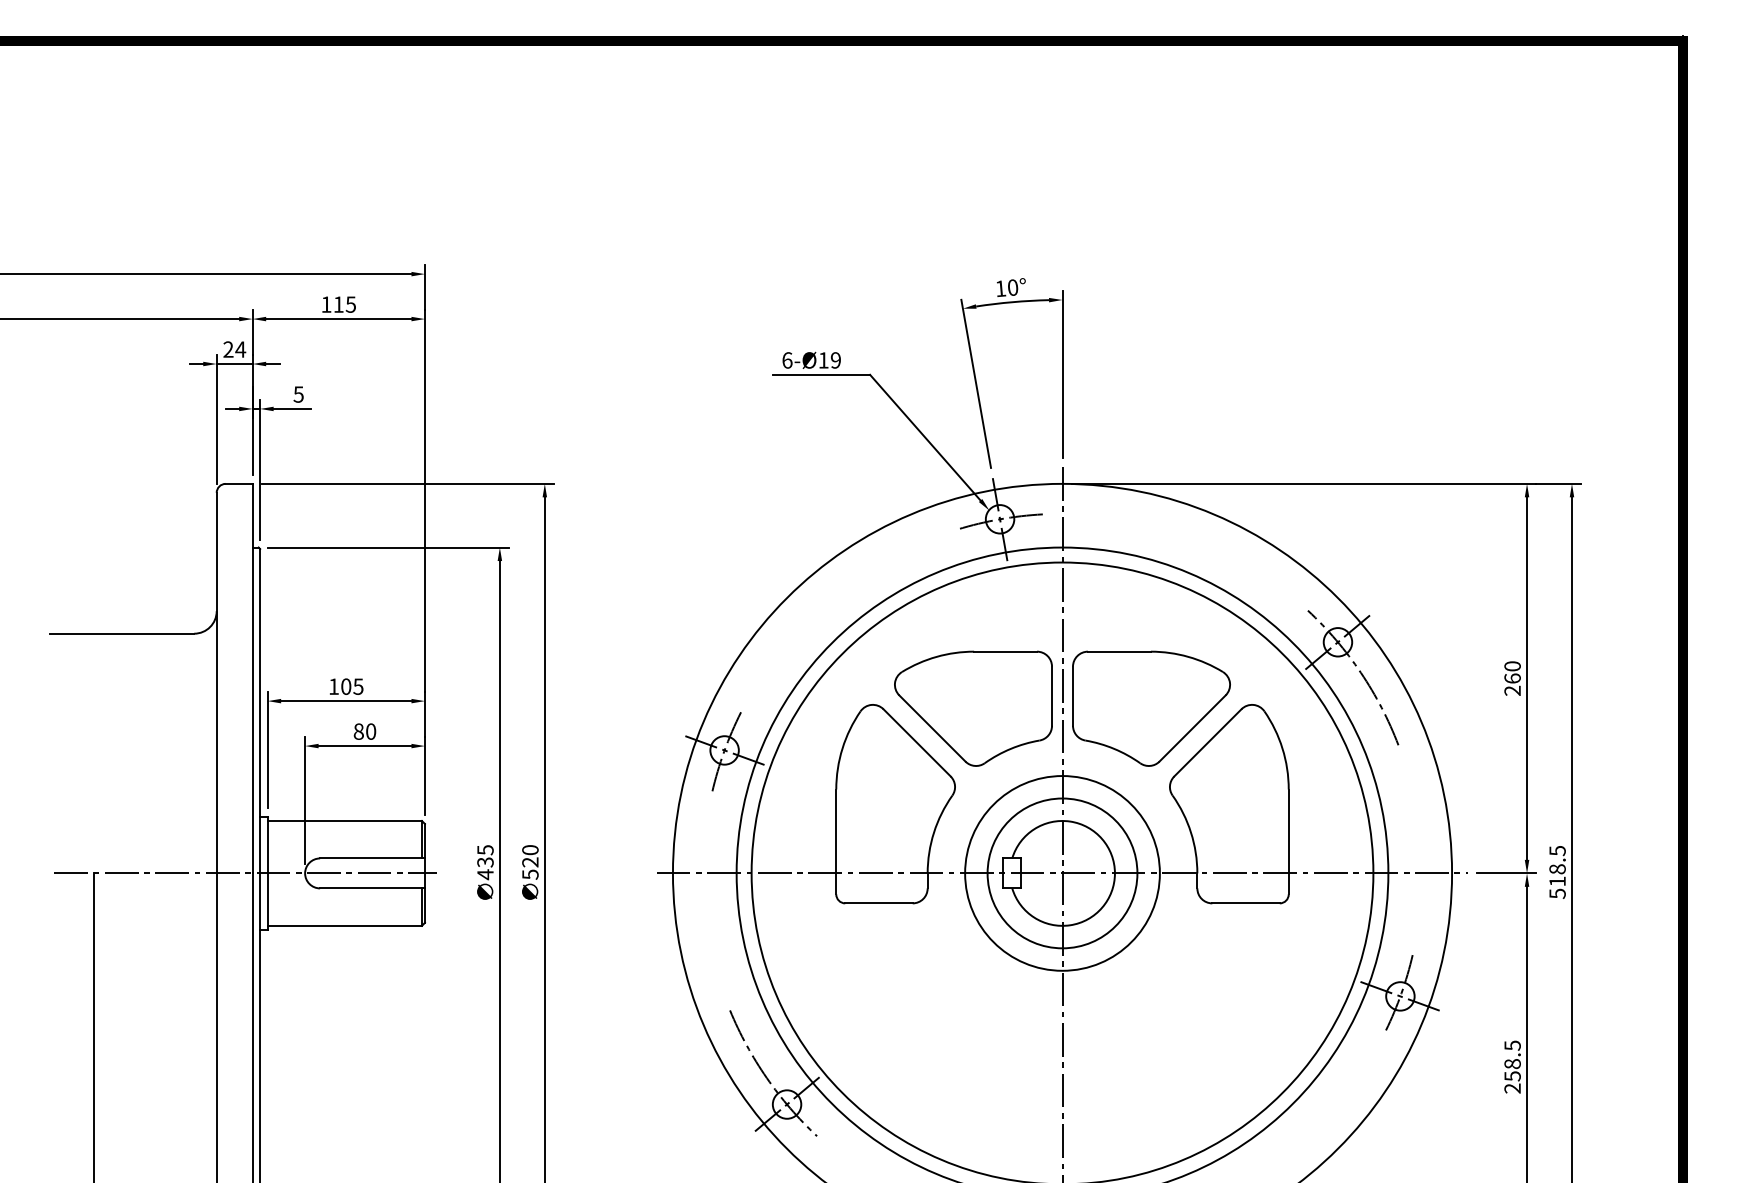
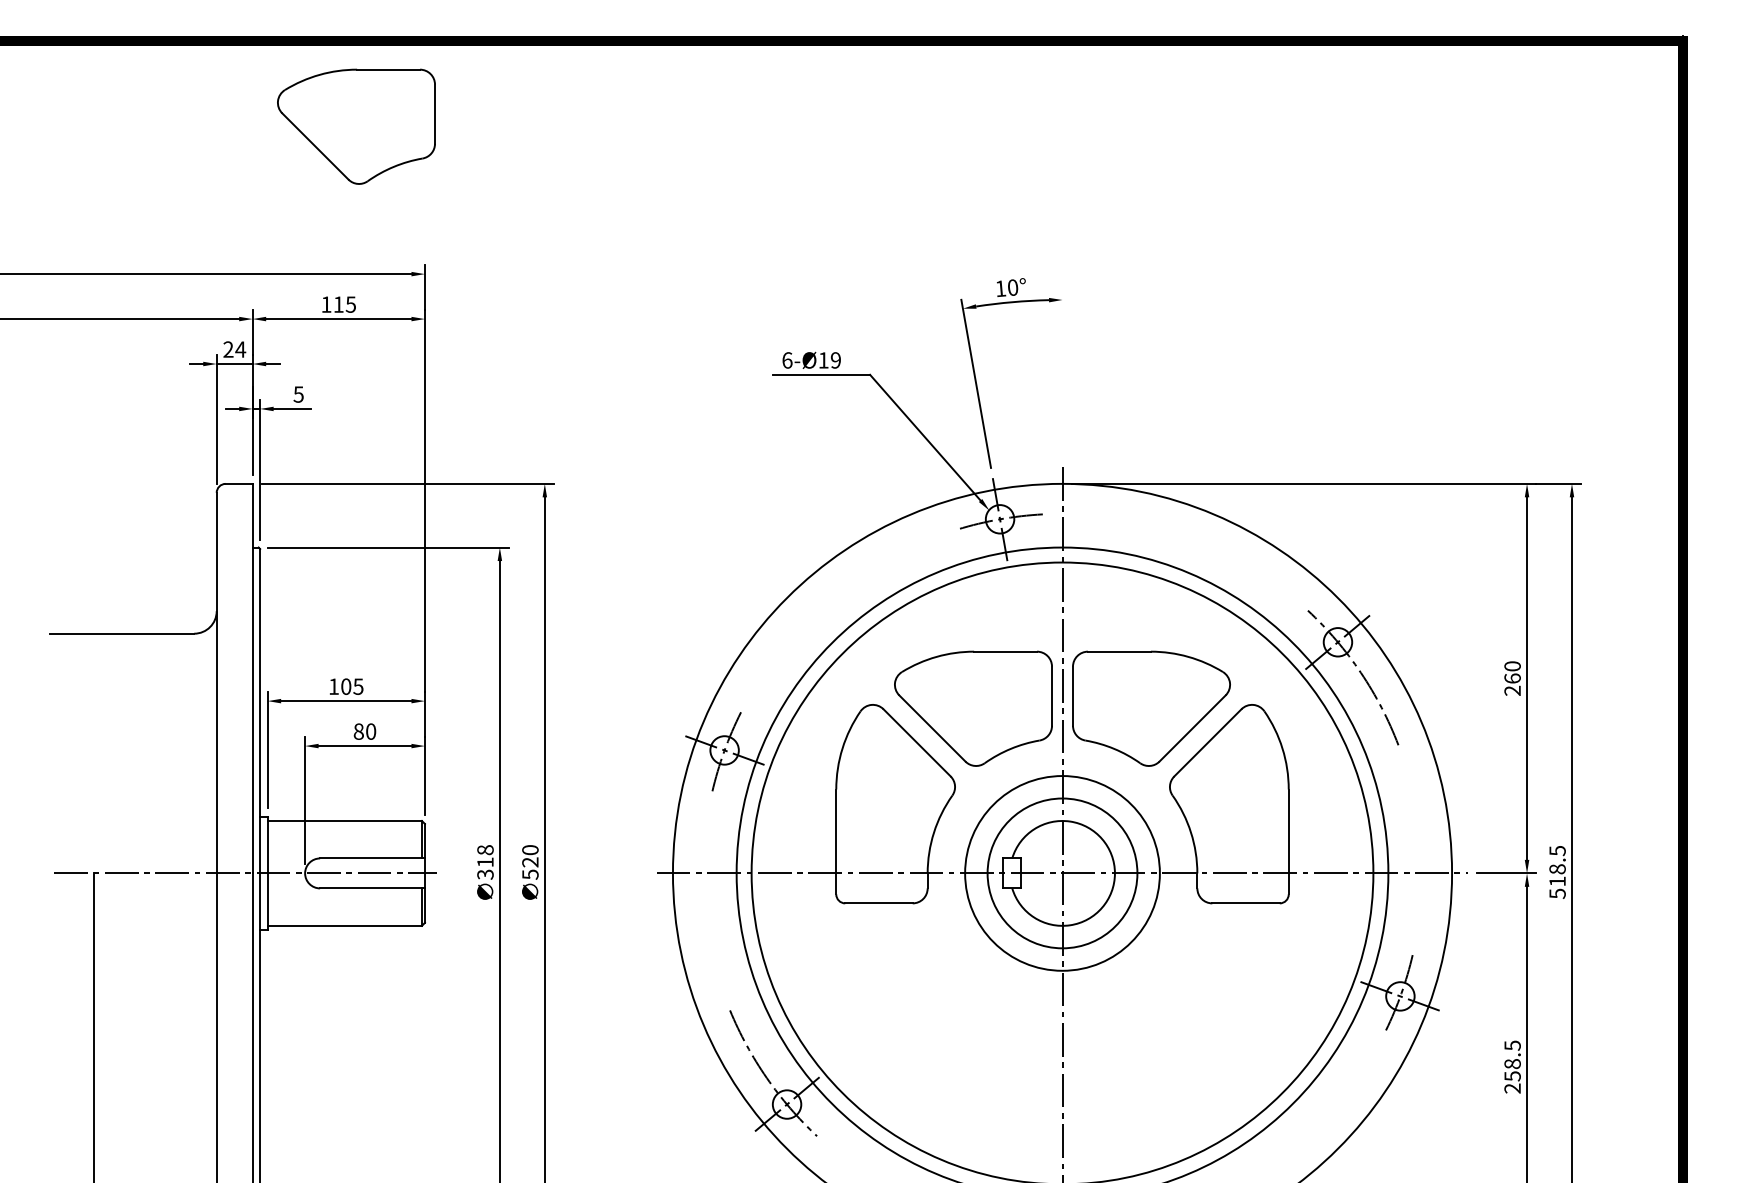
part at (356, 126): none -> present
line at (1062, 374): present -> none
text at (485, 862): 435 -> 318
